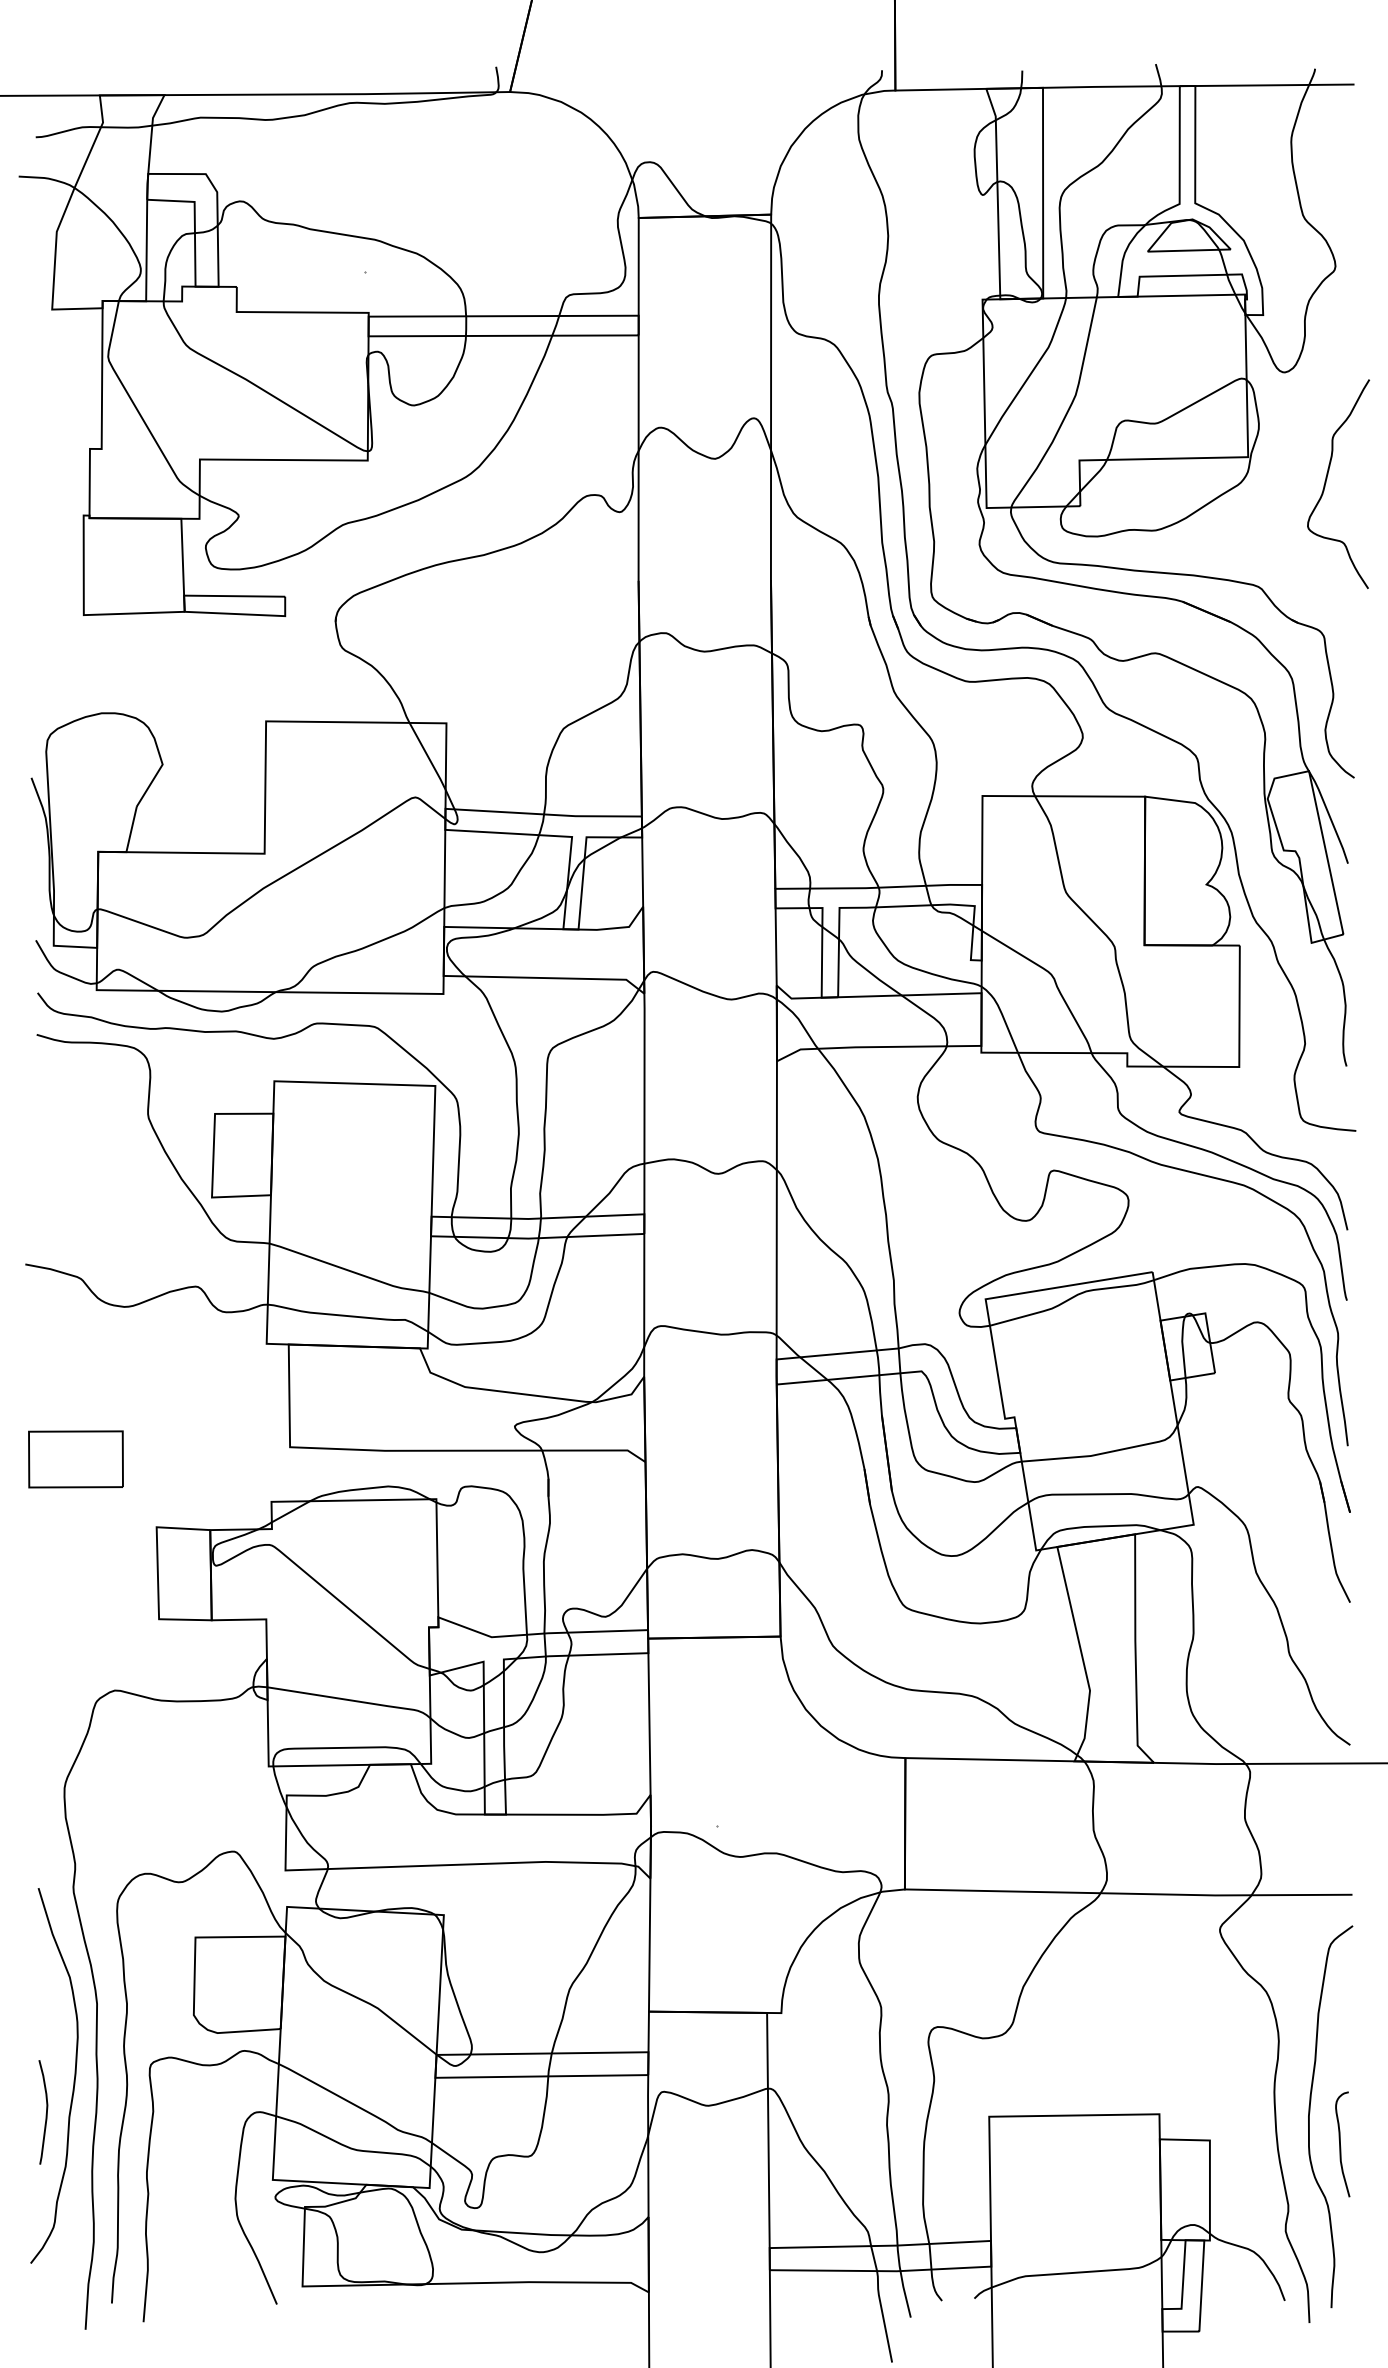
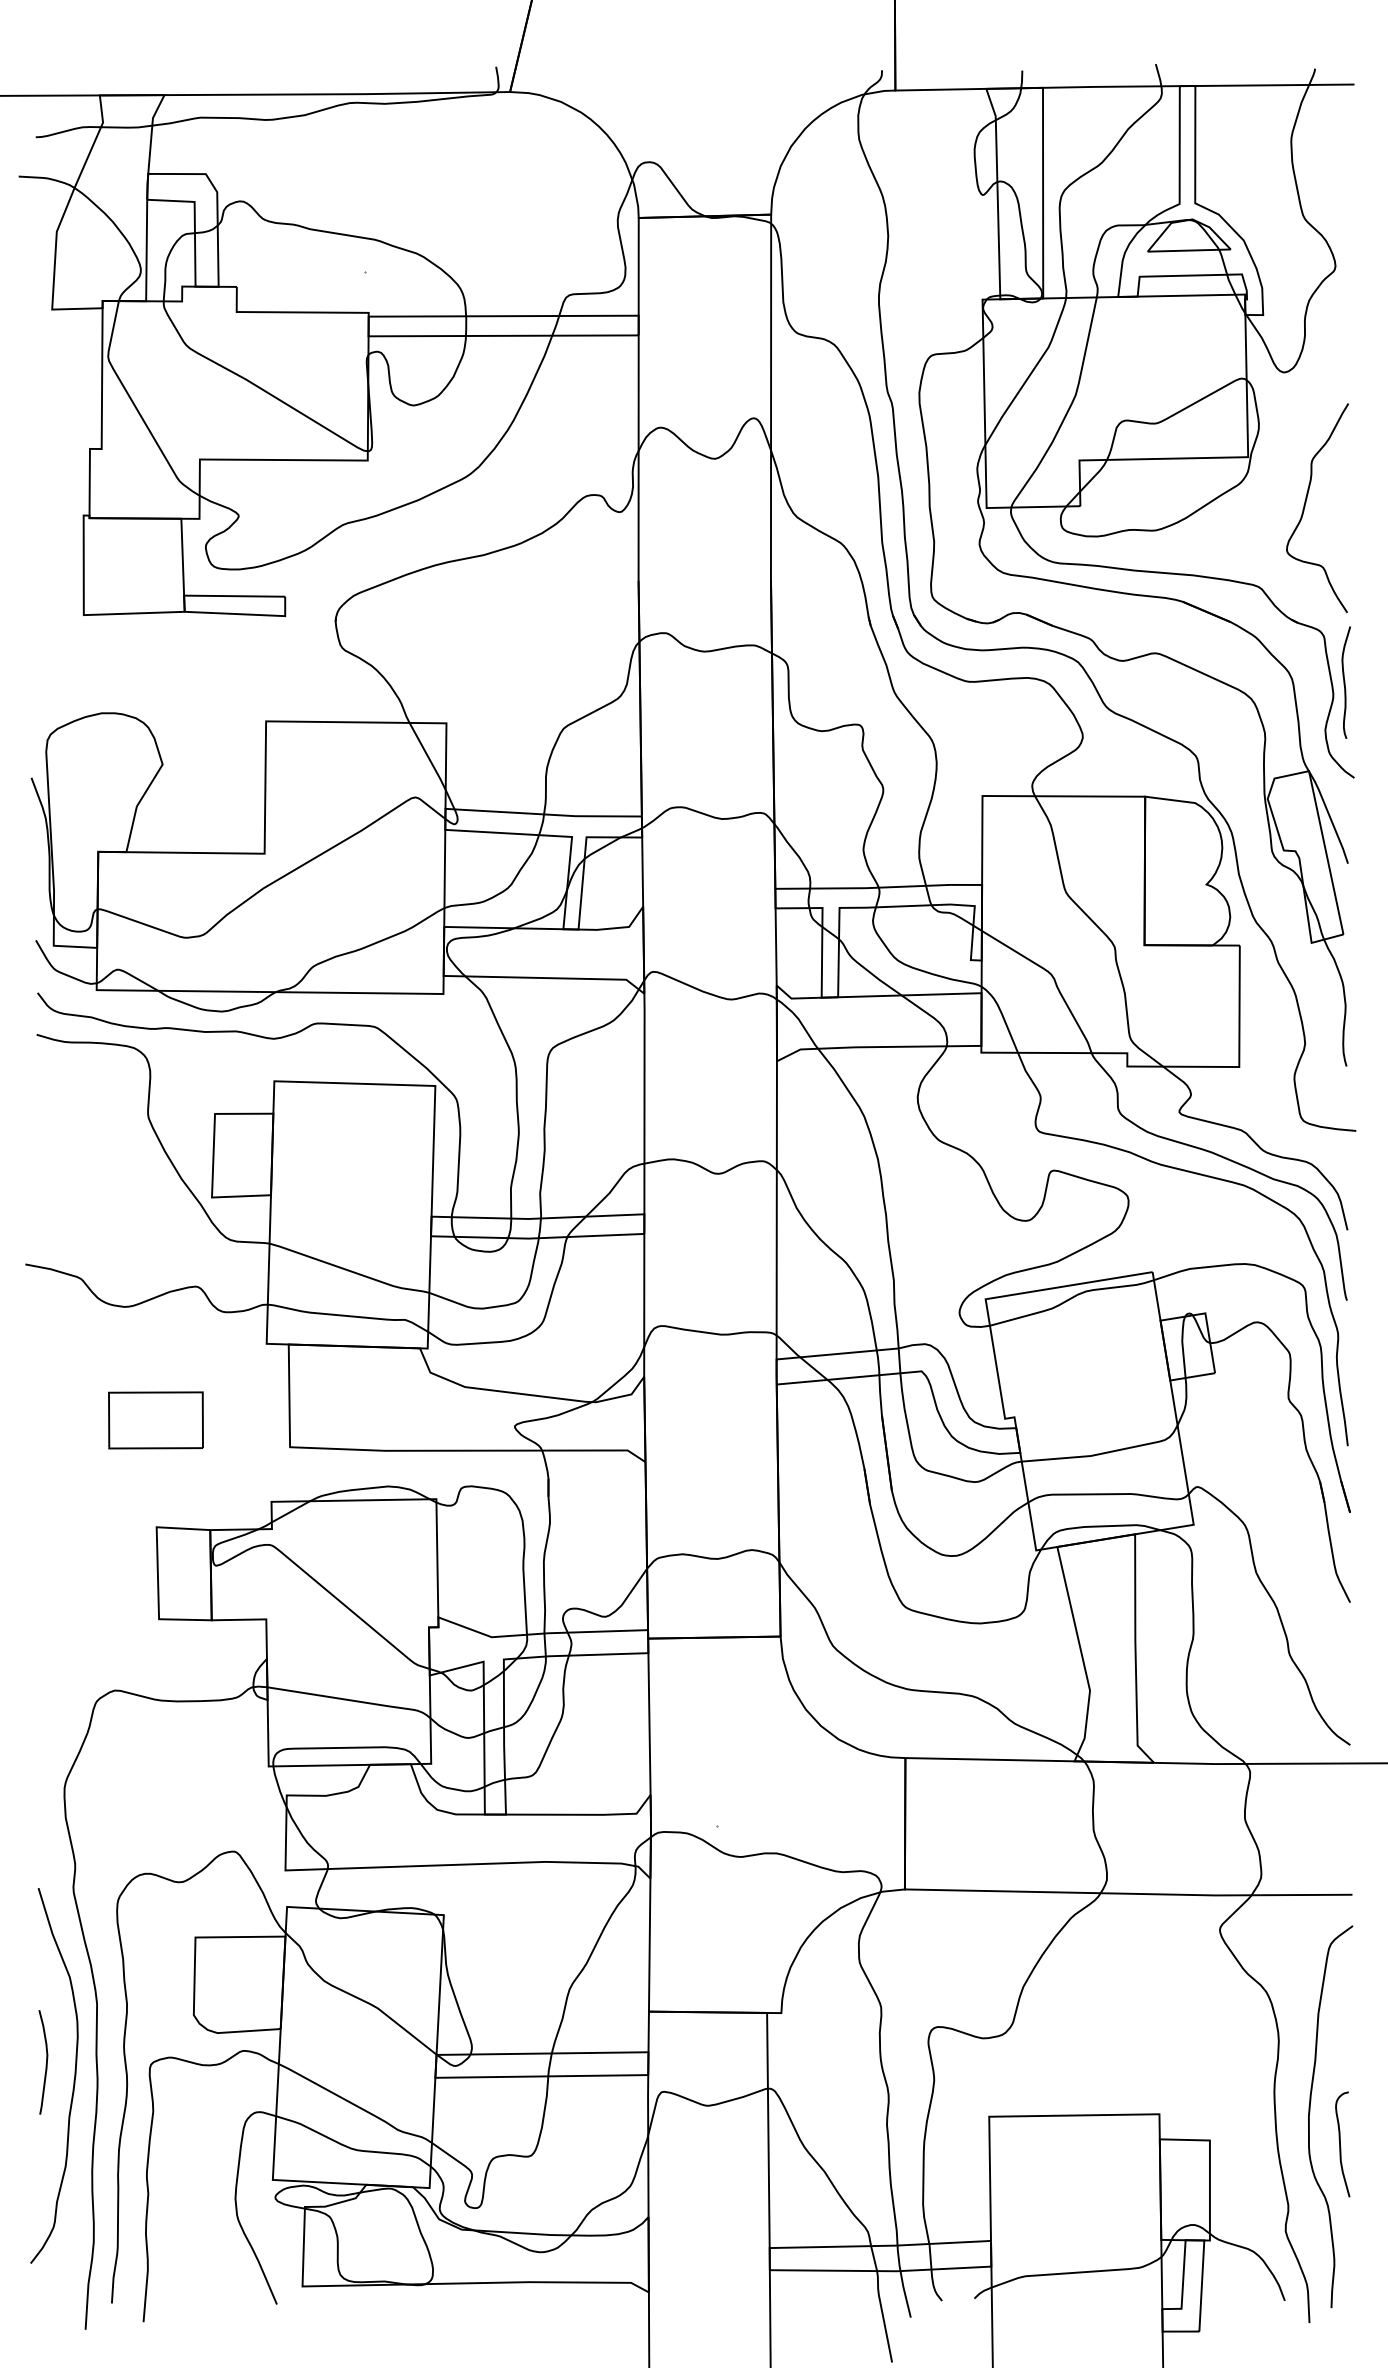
curve at (1327, 479) position: (1327, 479) -> (1306, 503)
curve at (1345, 682): none -> present
part at (75, 1459) position: (75, 1459) -> (155, 1420)
curve at (45, 2114) position: (45, 2114) -> (45, 2064)
